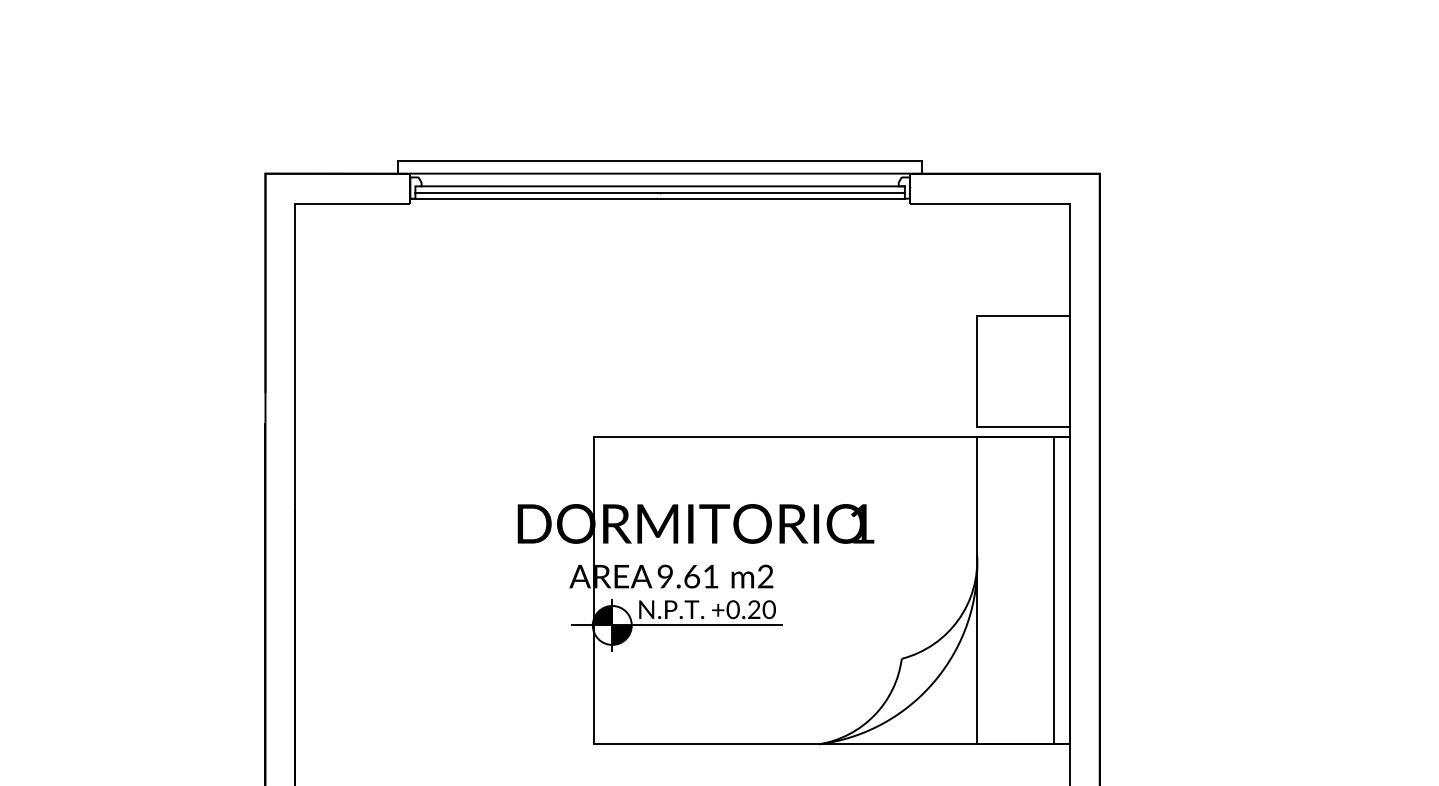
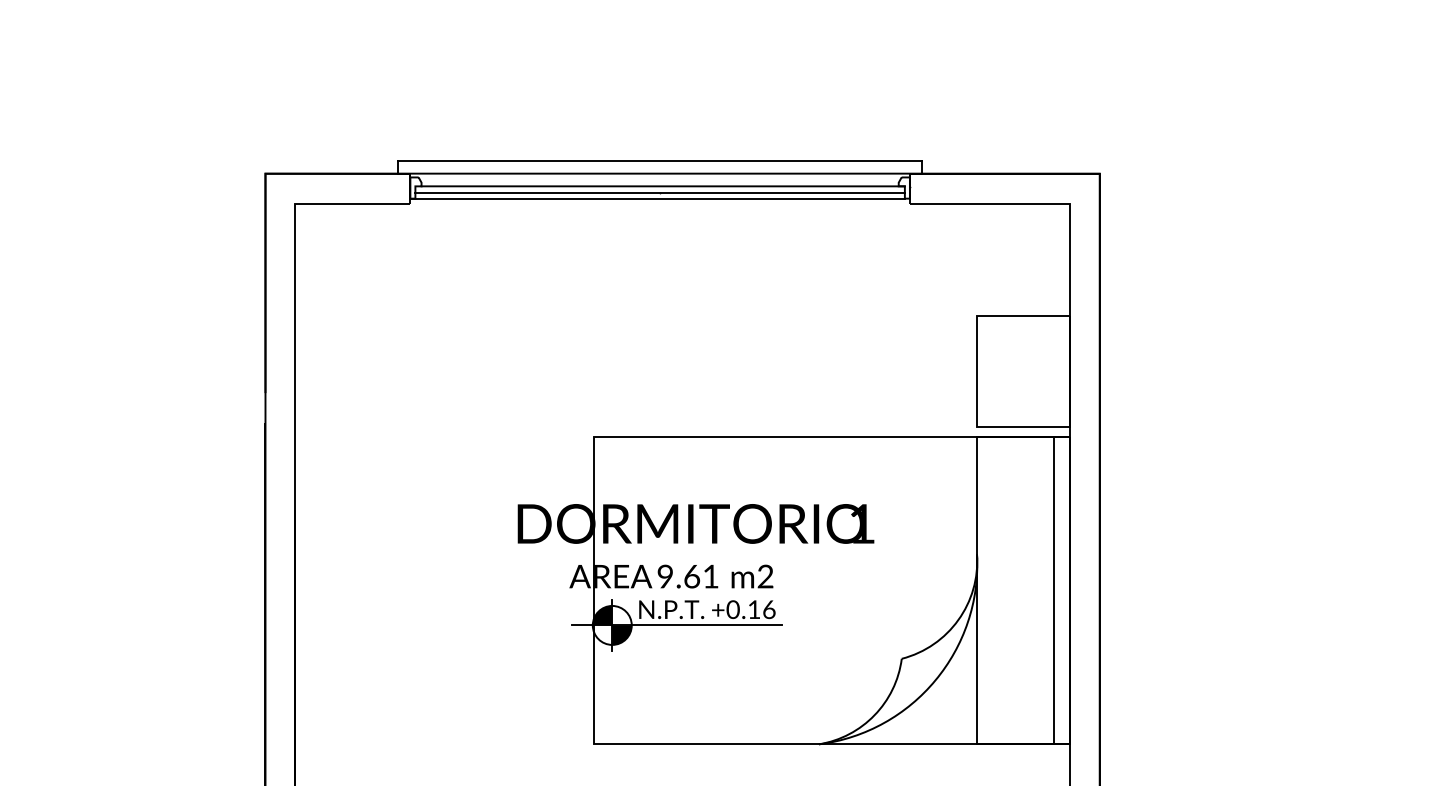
text at (761, 609): +0.20 -> +0.16
